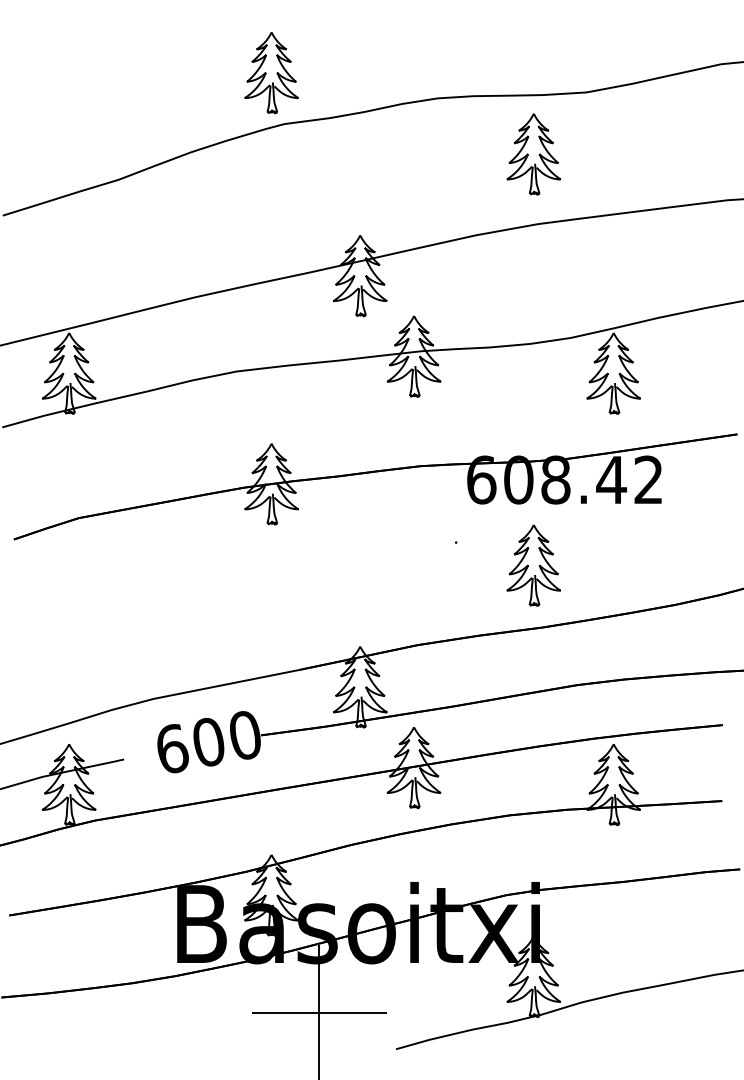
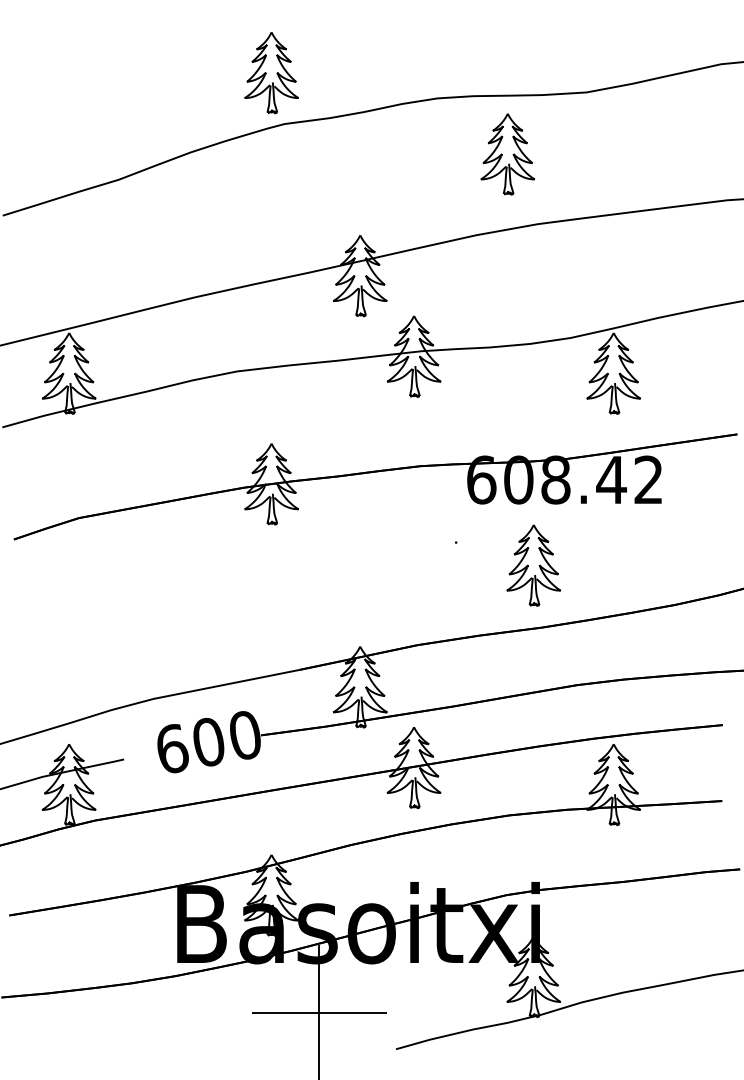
part at (533, 154) position: (533, 154) -> (507, 154)
